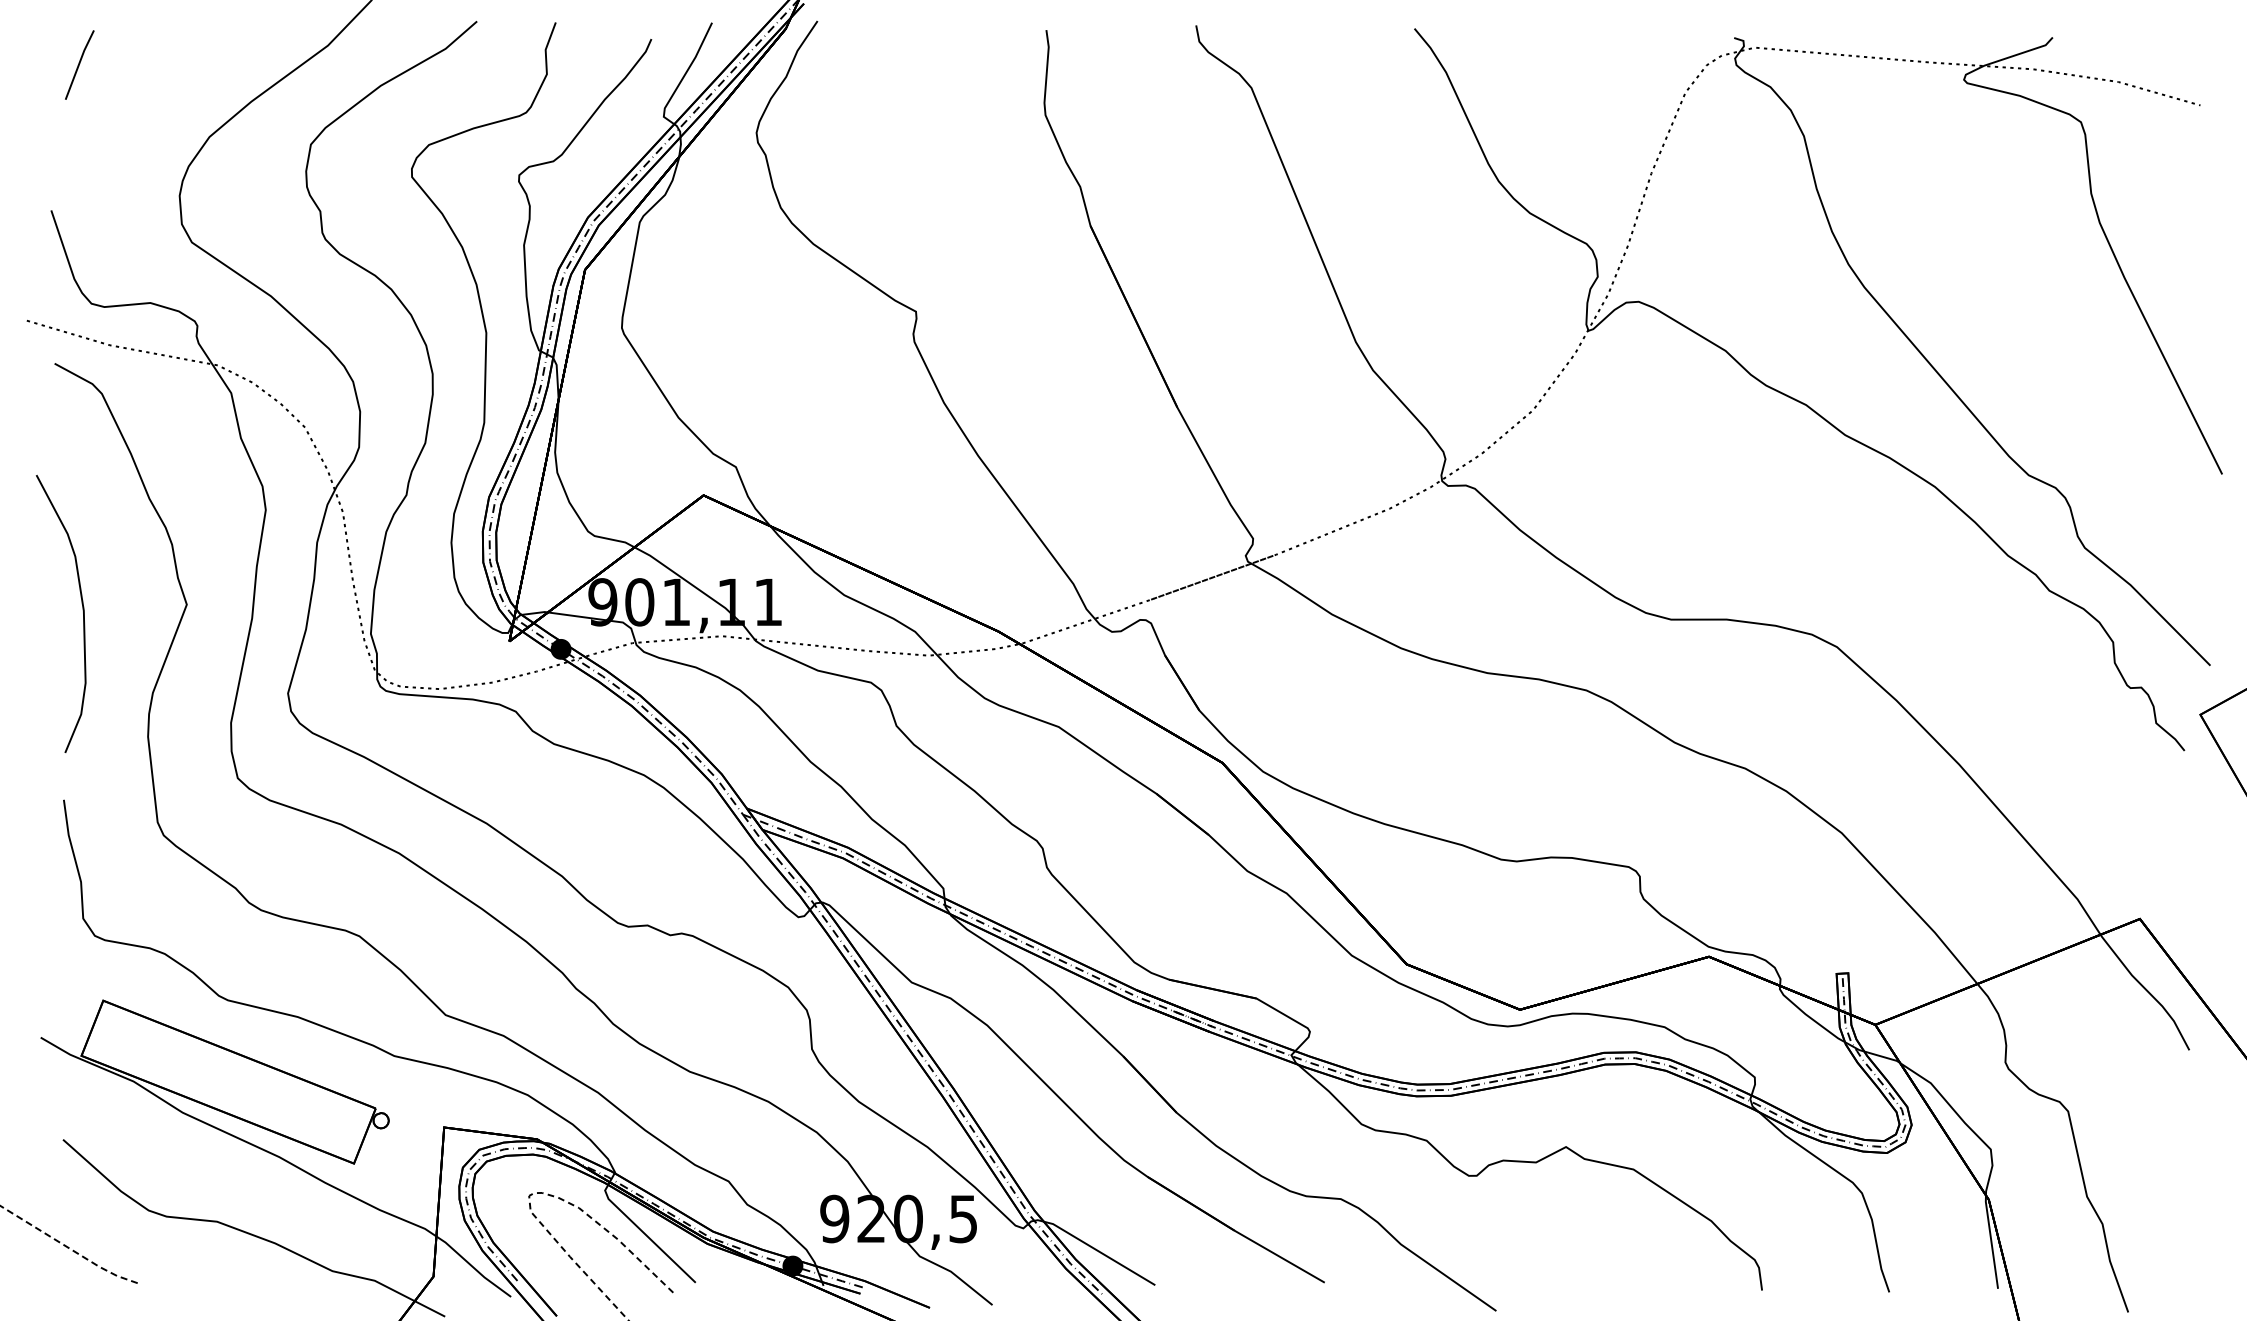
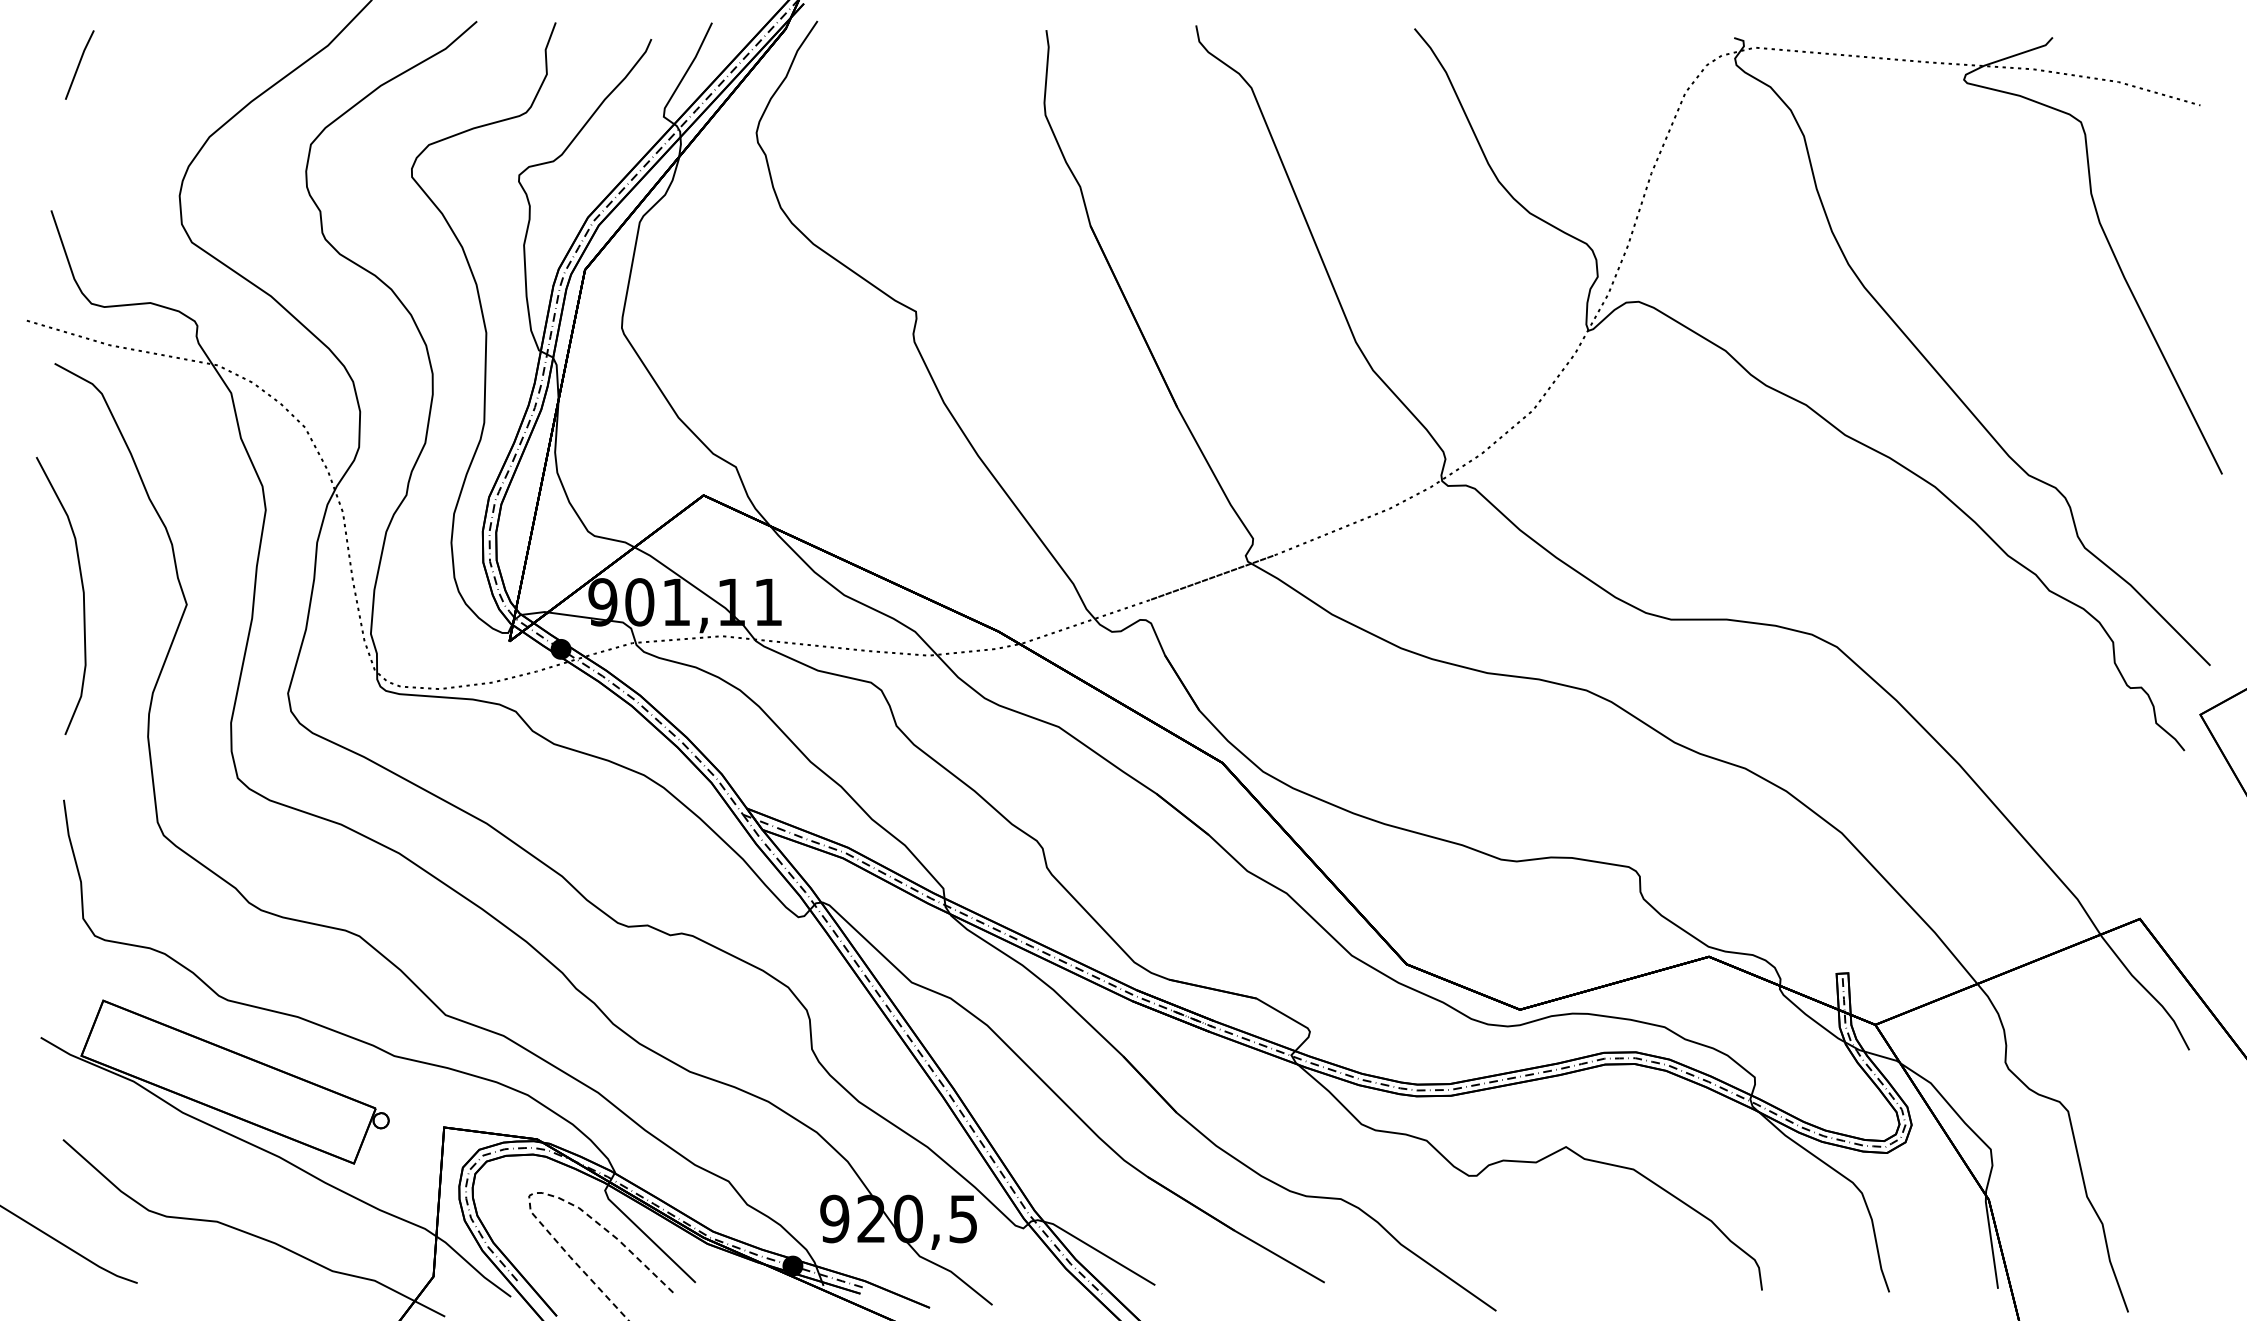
curve at (82, 610) position: (82, 610) -> (82, 592)
line at (68, 1247): dashed -> solid
